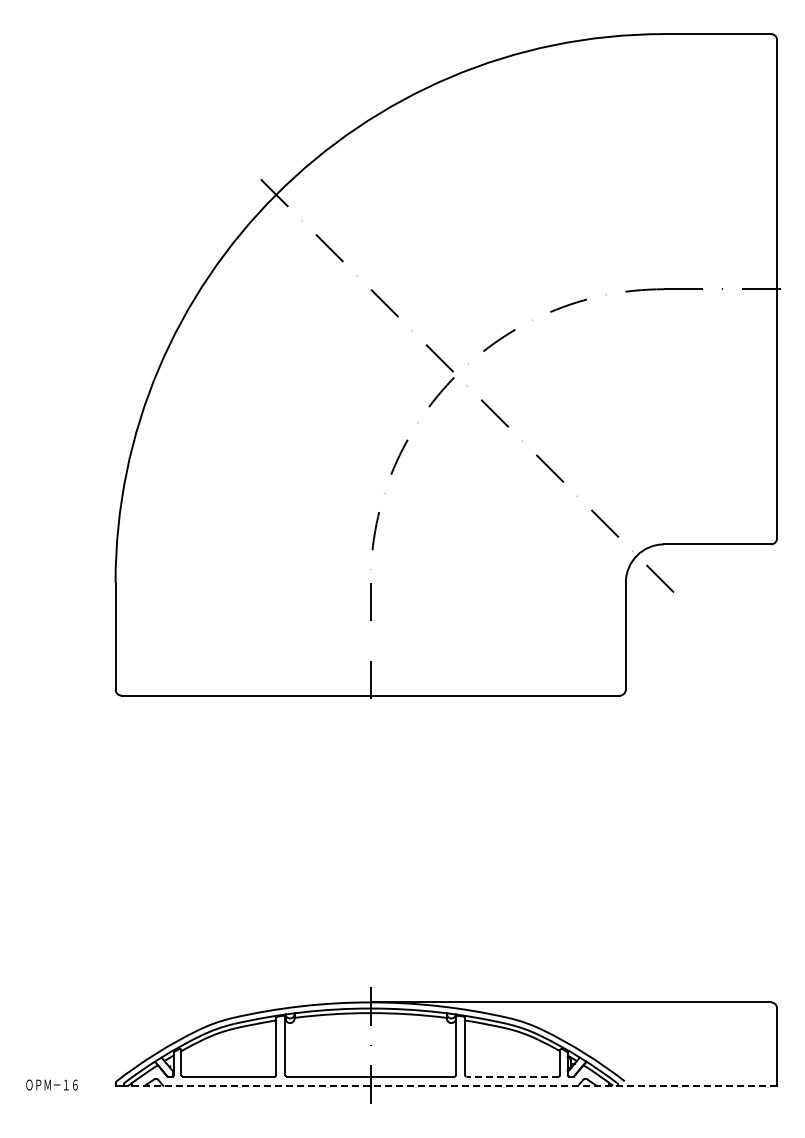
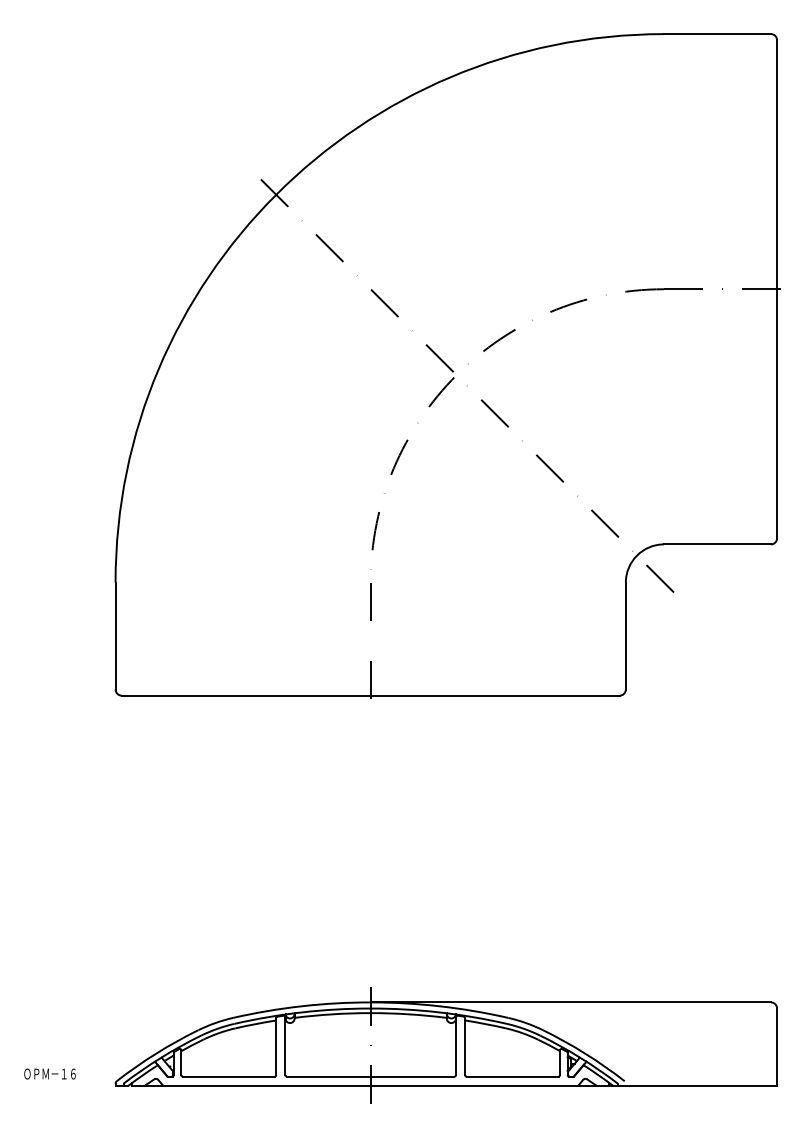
line at (512, 1076): dashed -> solid
text at (51, 1084) position: (51, 1084) -> (49, 1073)
line at (454, 1085): dashed -> solid
